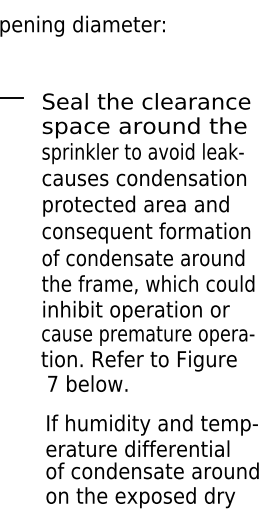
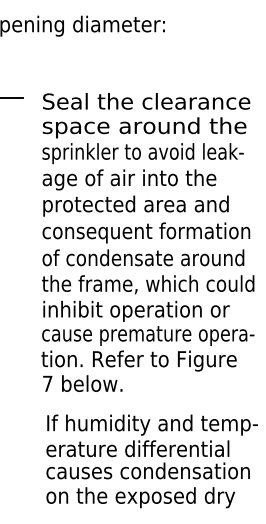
text at (144, 179): causes condensation -> age of air into the
text at (87, 383) position: (87, 383) -> (82, 383)
text at (152, 470): of condensate around -> causes condensation
